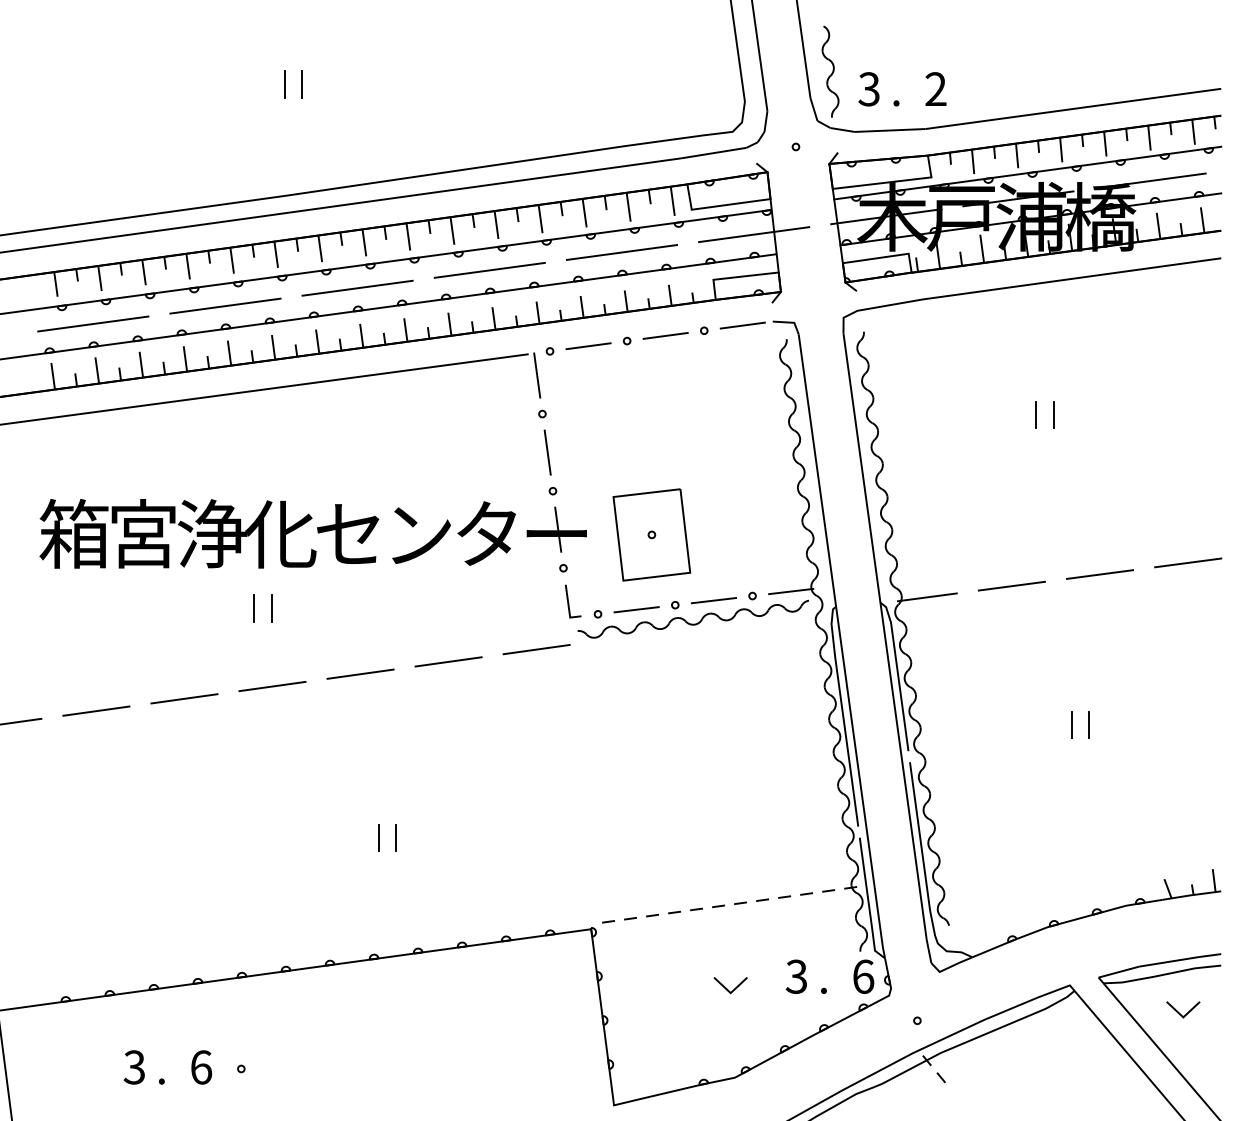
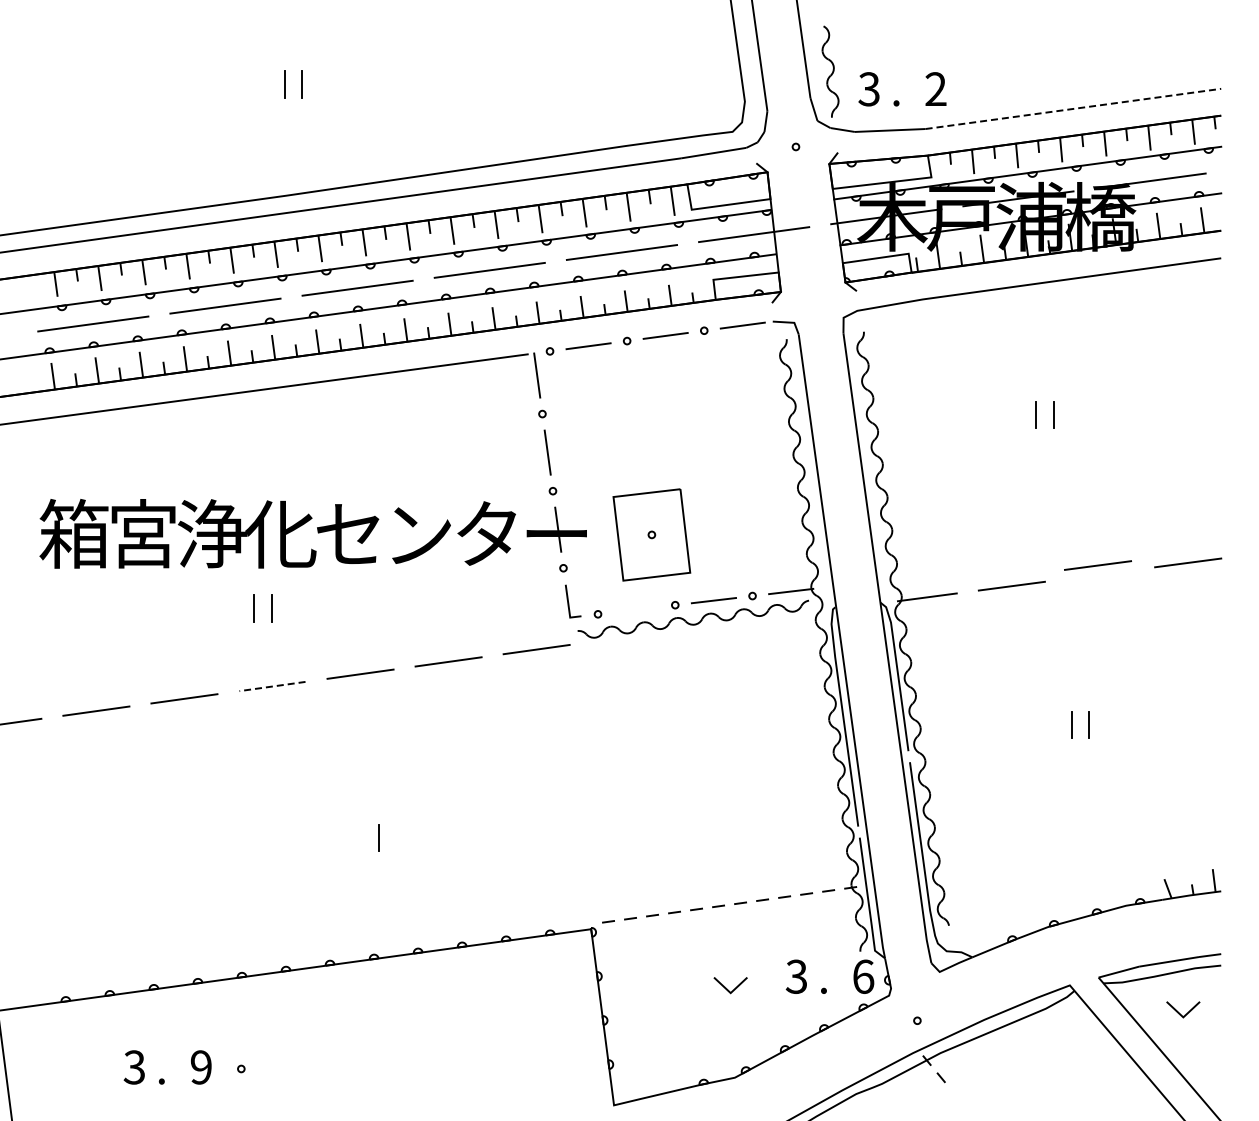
line at (1073, 108): solid -> dashed
line at (1099, 574) position: (1099, 574) -> (1097, 565)
line at (636, 609): present -> none
line at (272, 686): solid -> dashed
line at (396, 837): present -> none
text at (201, 1067): 6 -> 9
